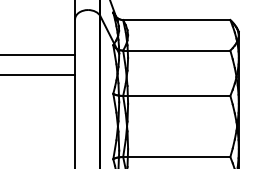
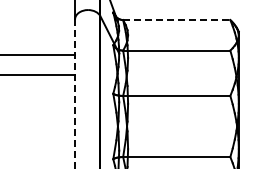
line at (176, 20): solid -> dashed
line at (75, 94): solid -> dashed
